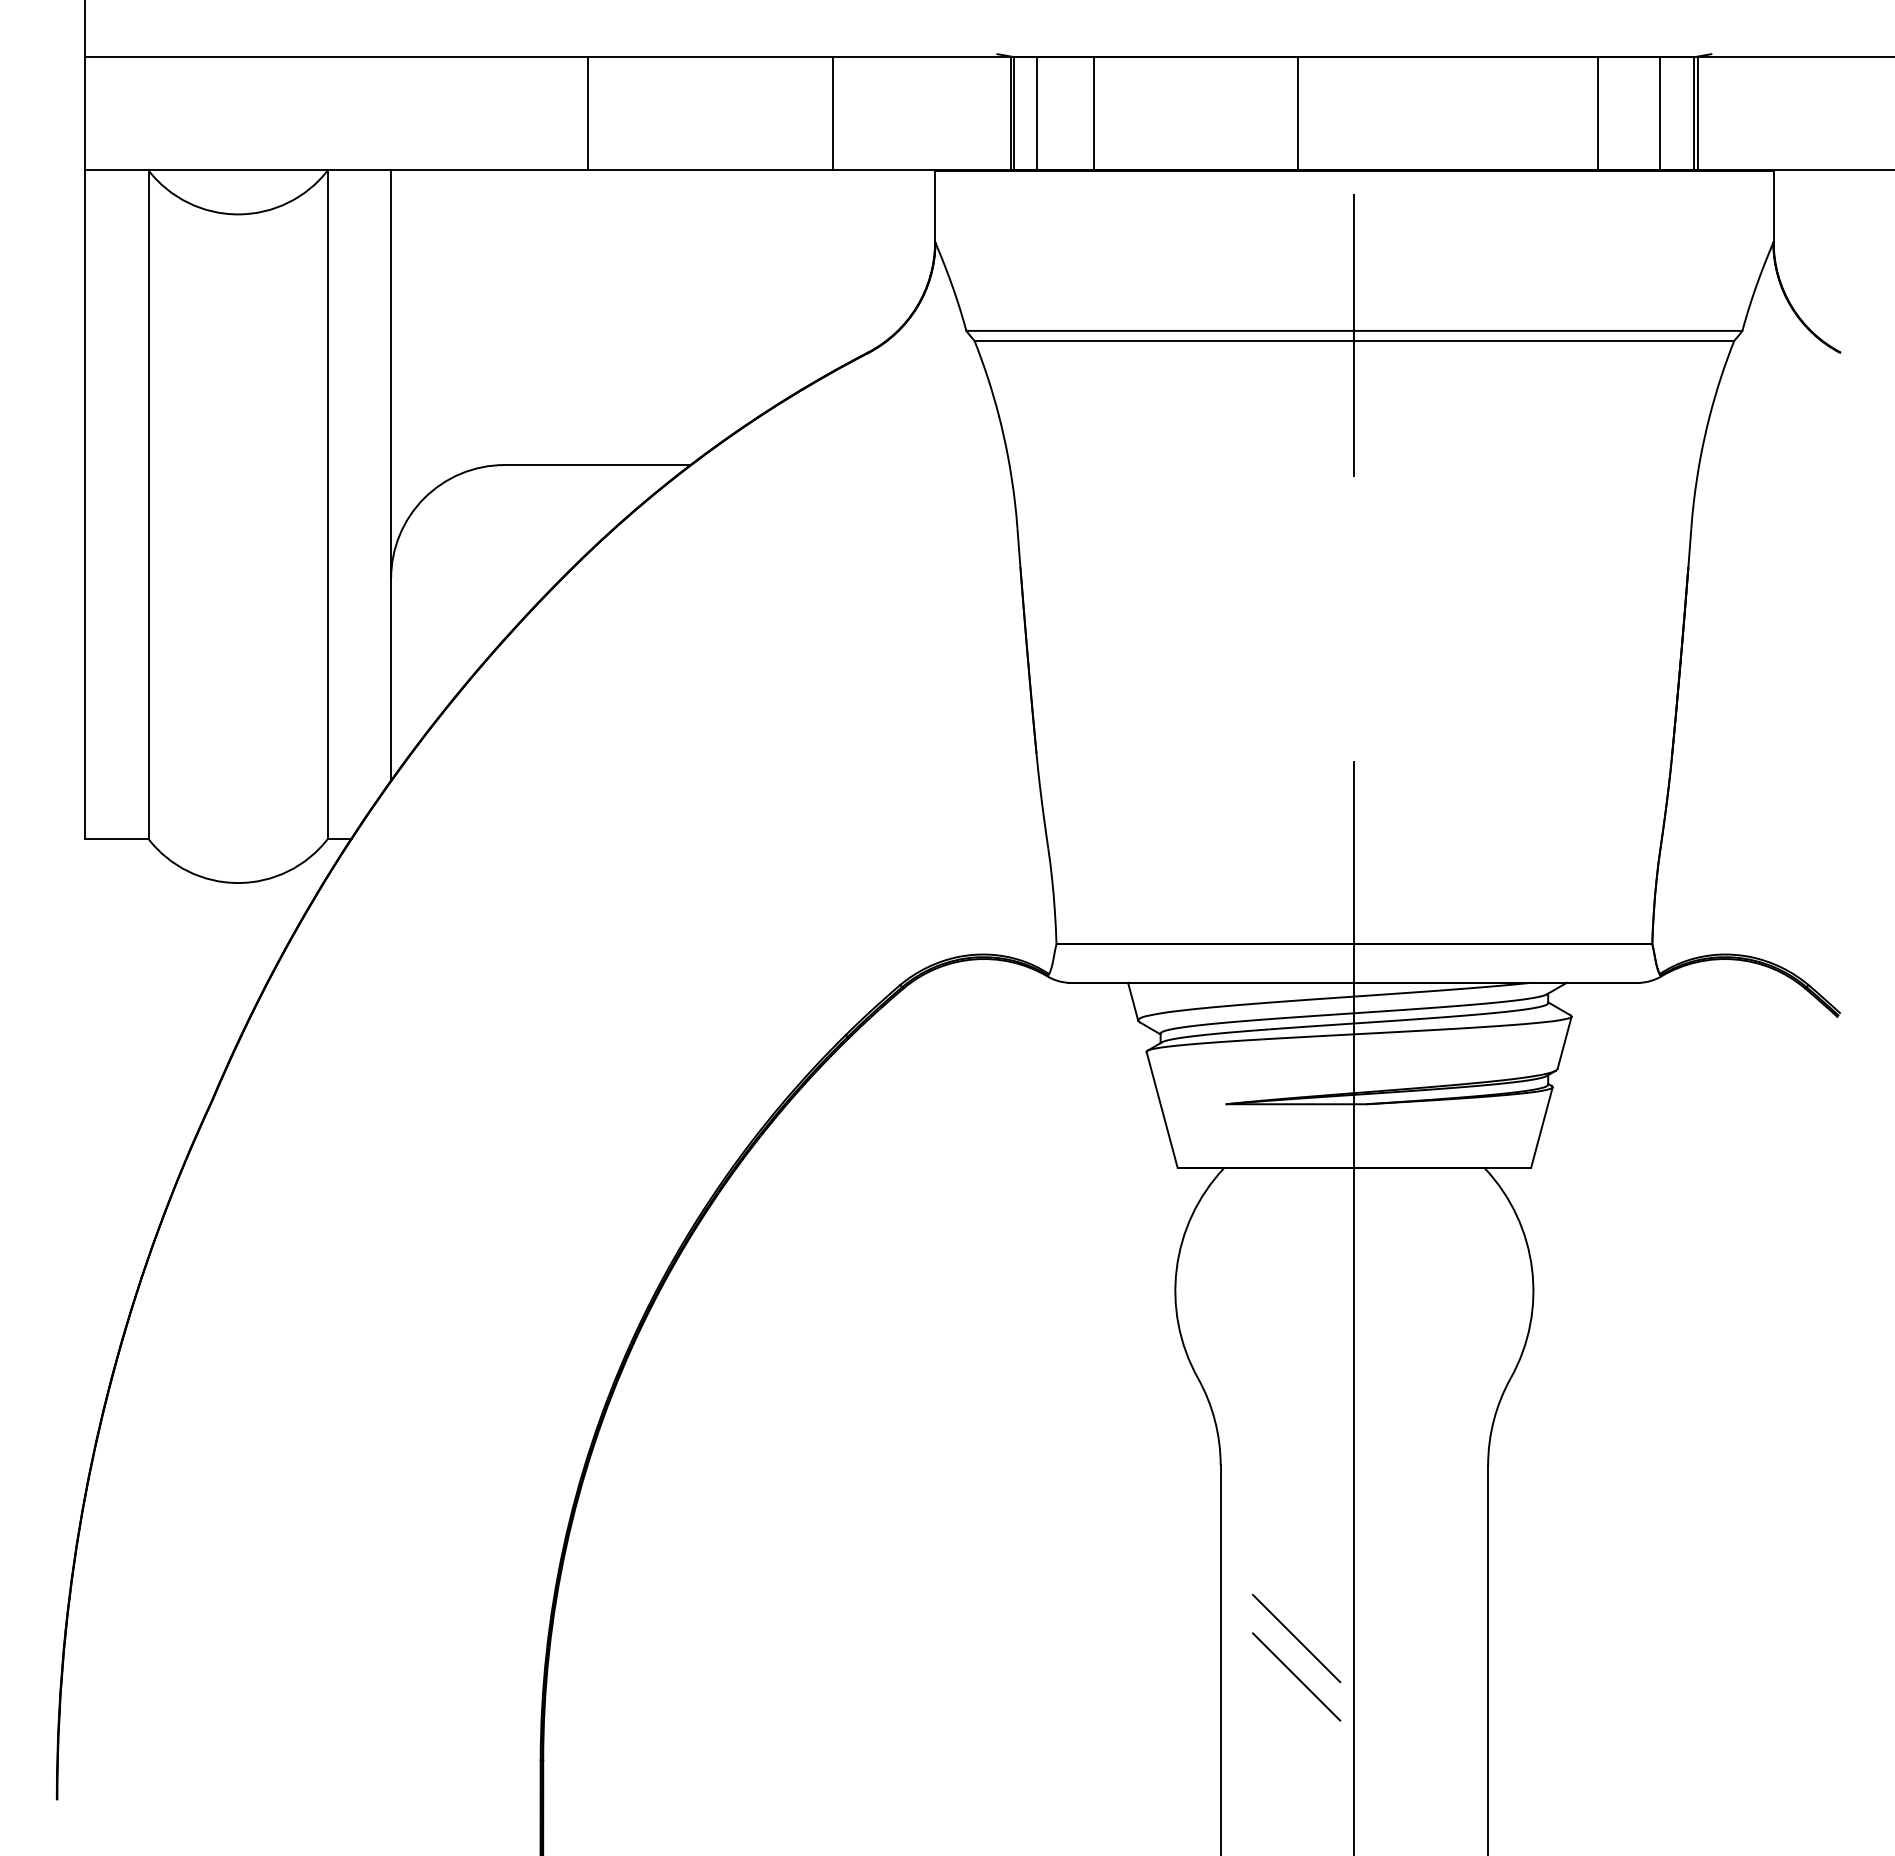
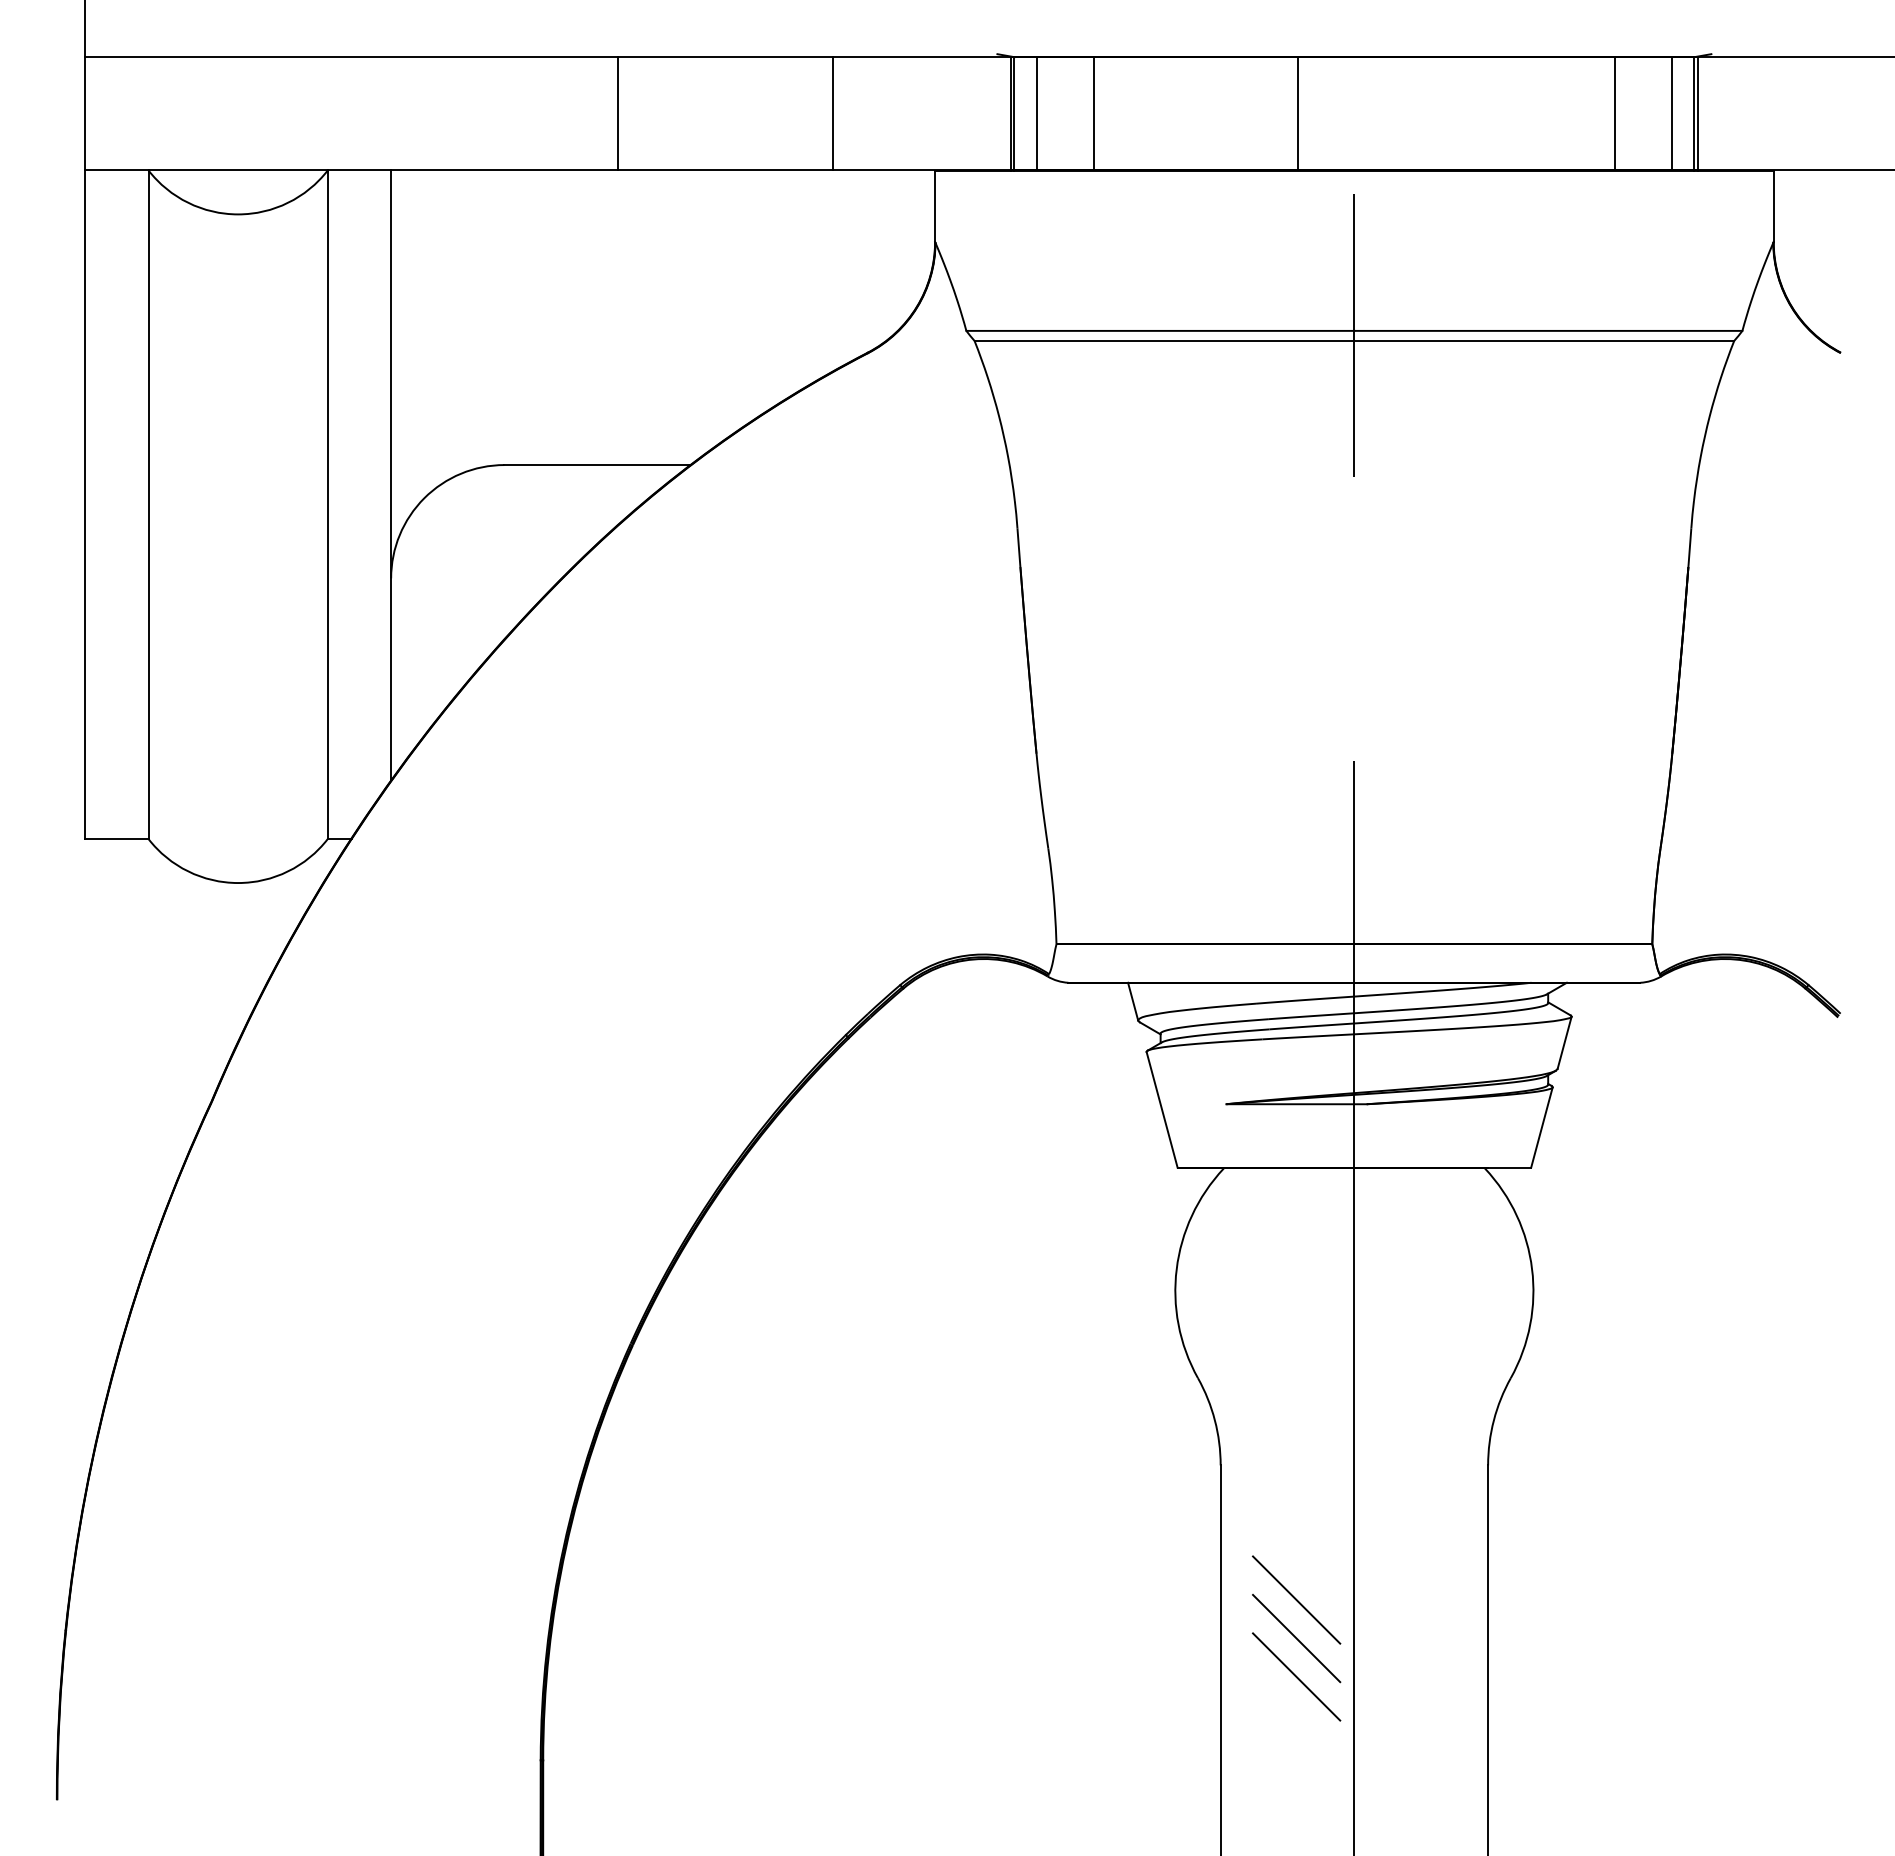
line at (587, 113) position: (587, 113) -> (617, 113)
line at (1598, 113) position: (1598, 113) -> (1615, 113)
line at (1659, 113) position: (1659, 113) -> (1671, 113)
line at (1296, 1599): none -> present
